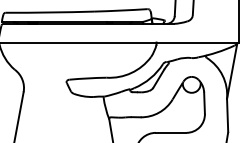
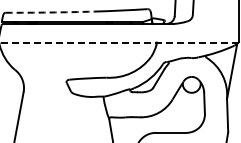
arc at (49, 12): solid -> dashed
line at (118, 42): solid -> dashed
